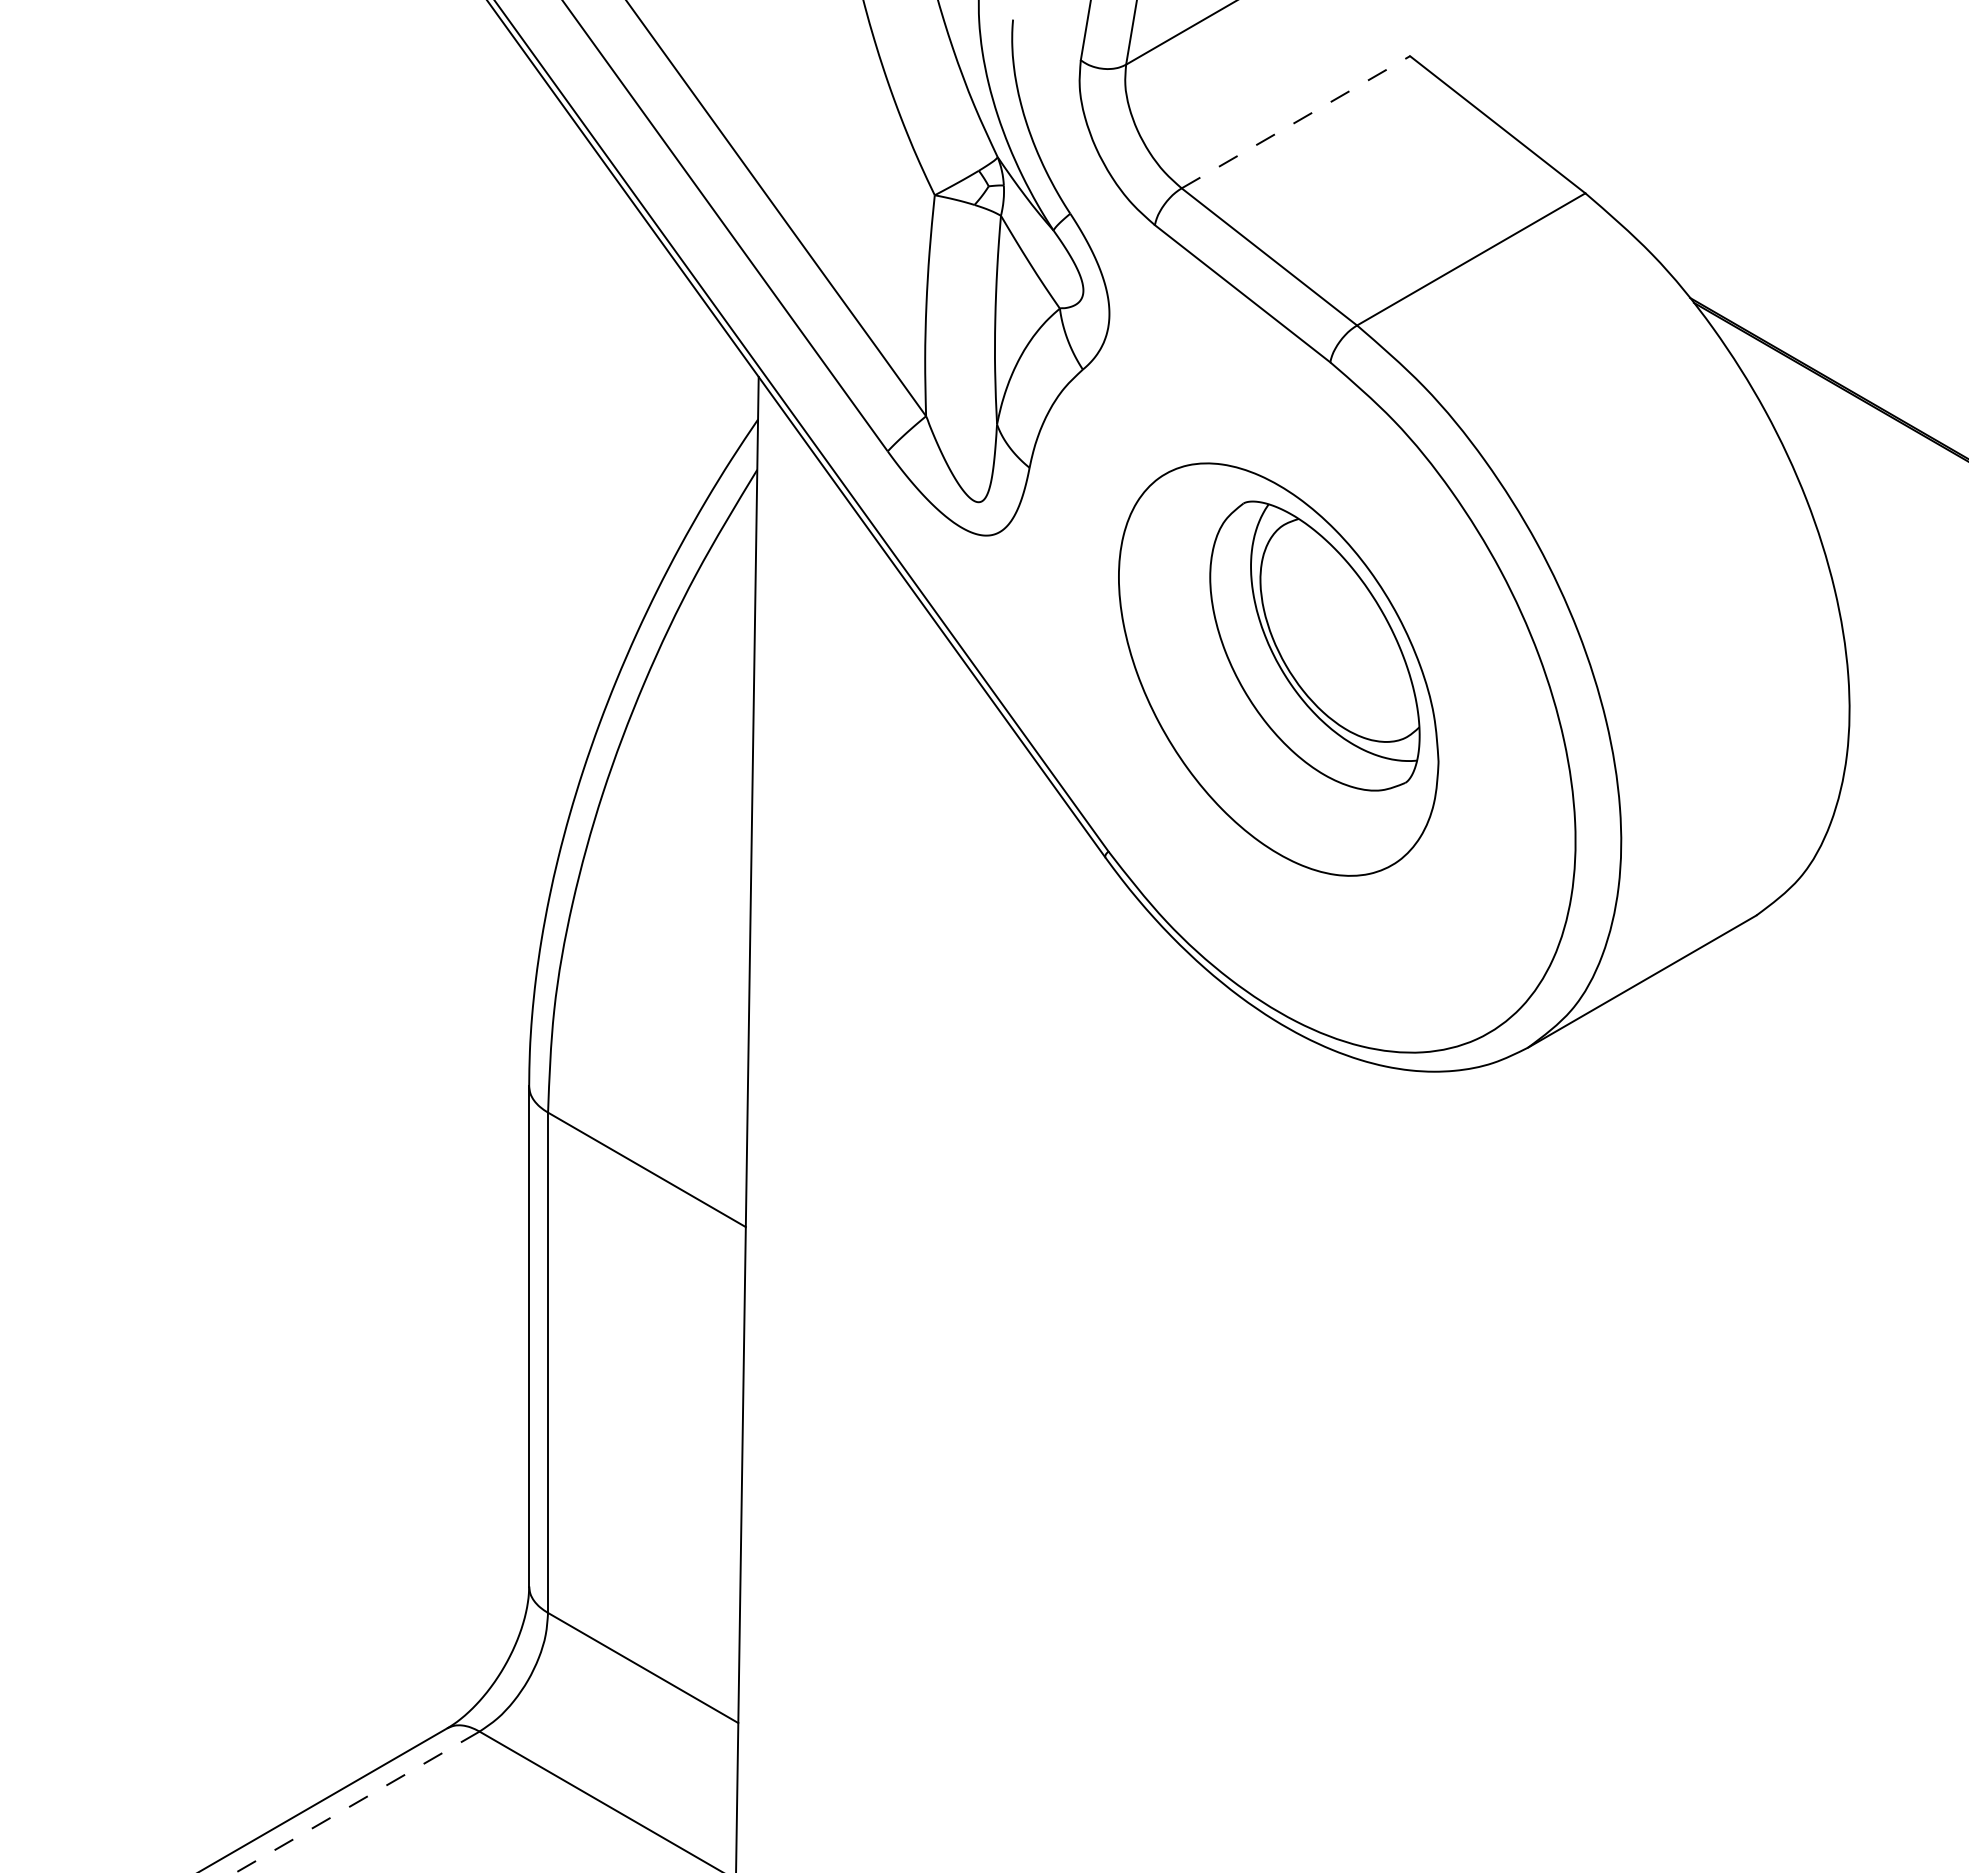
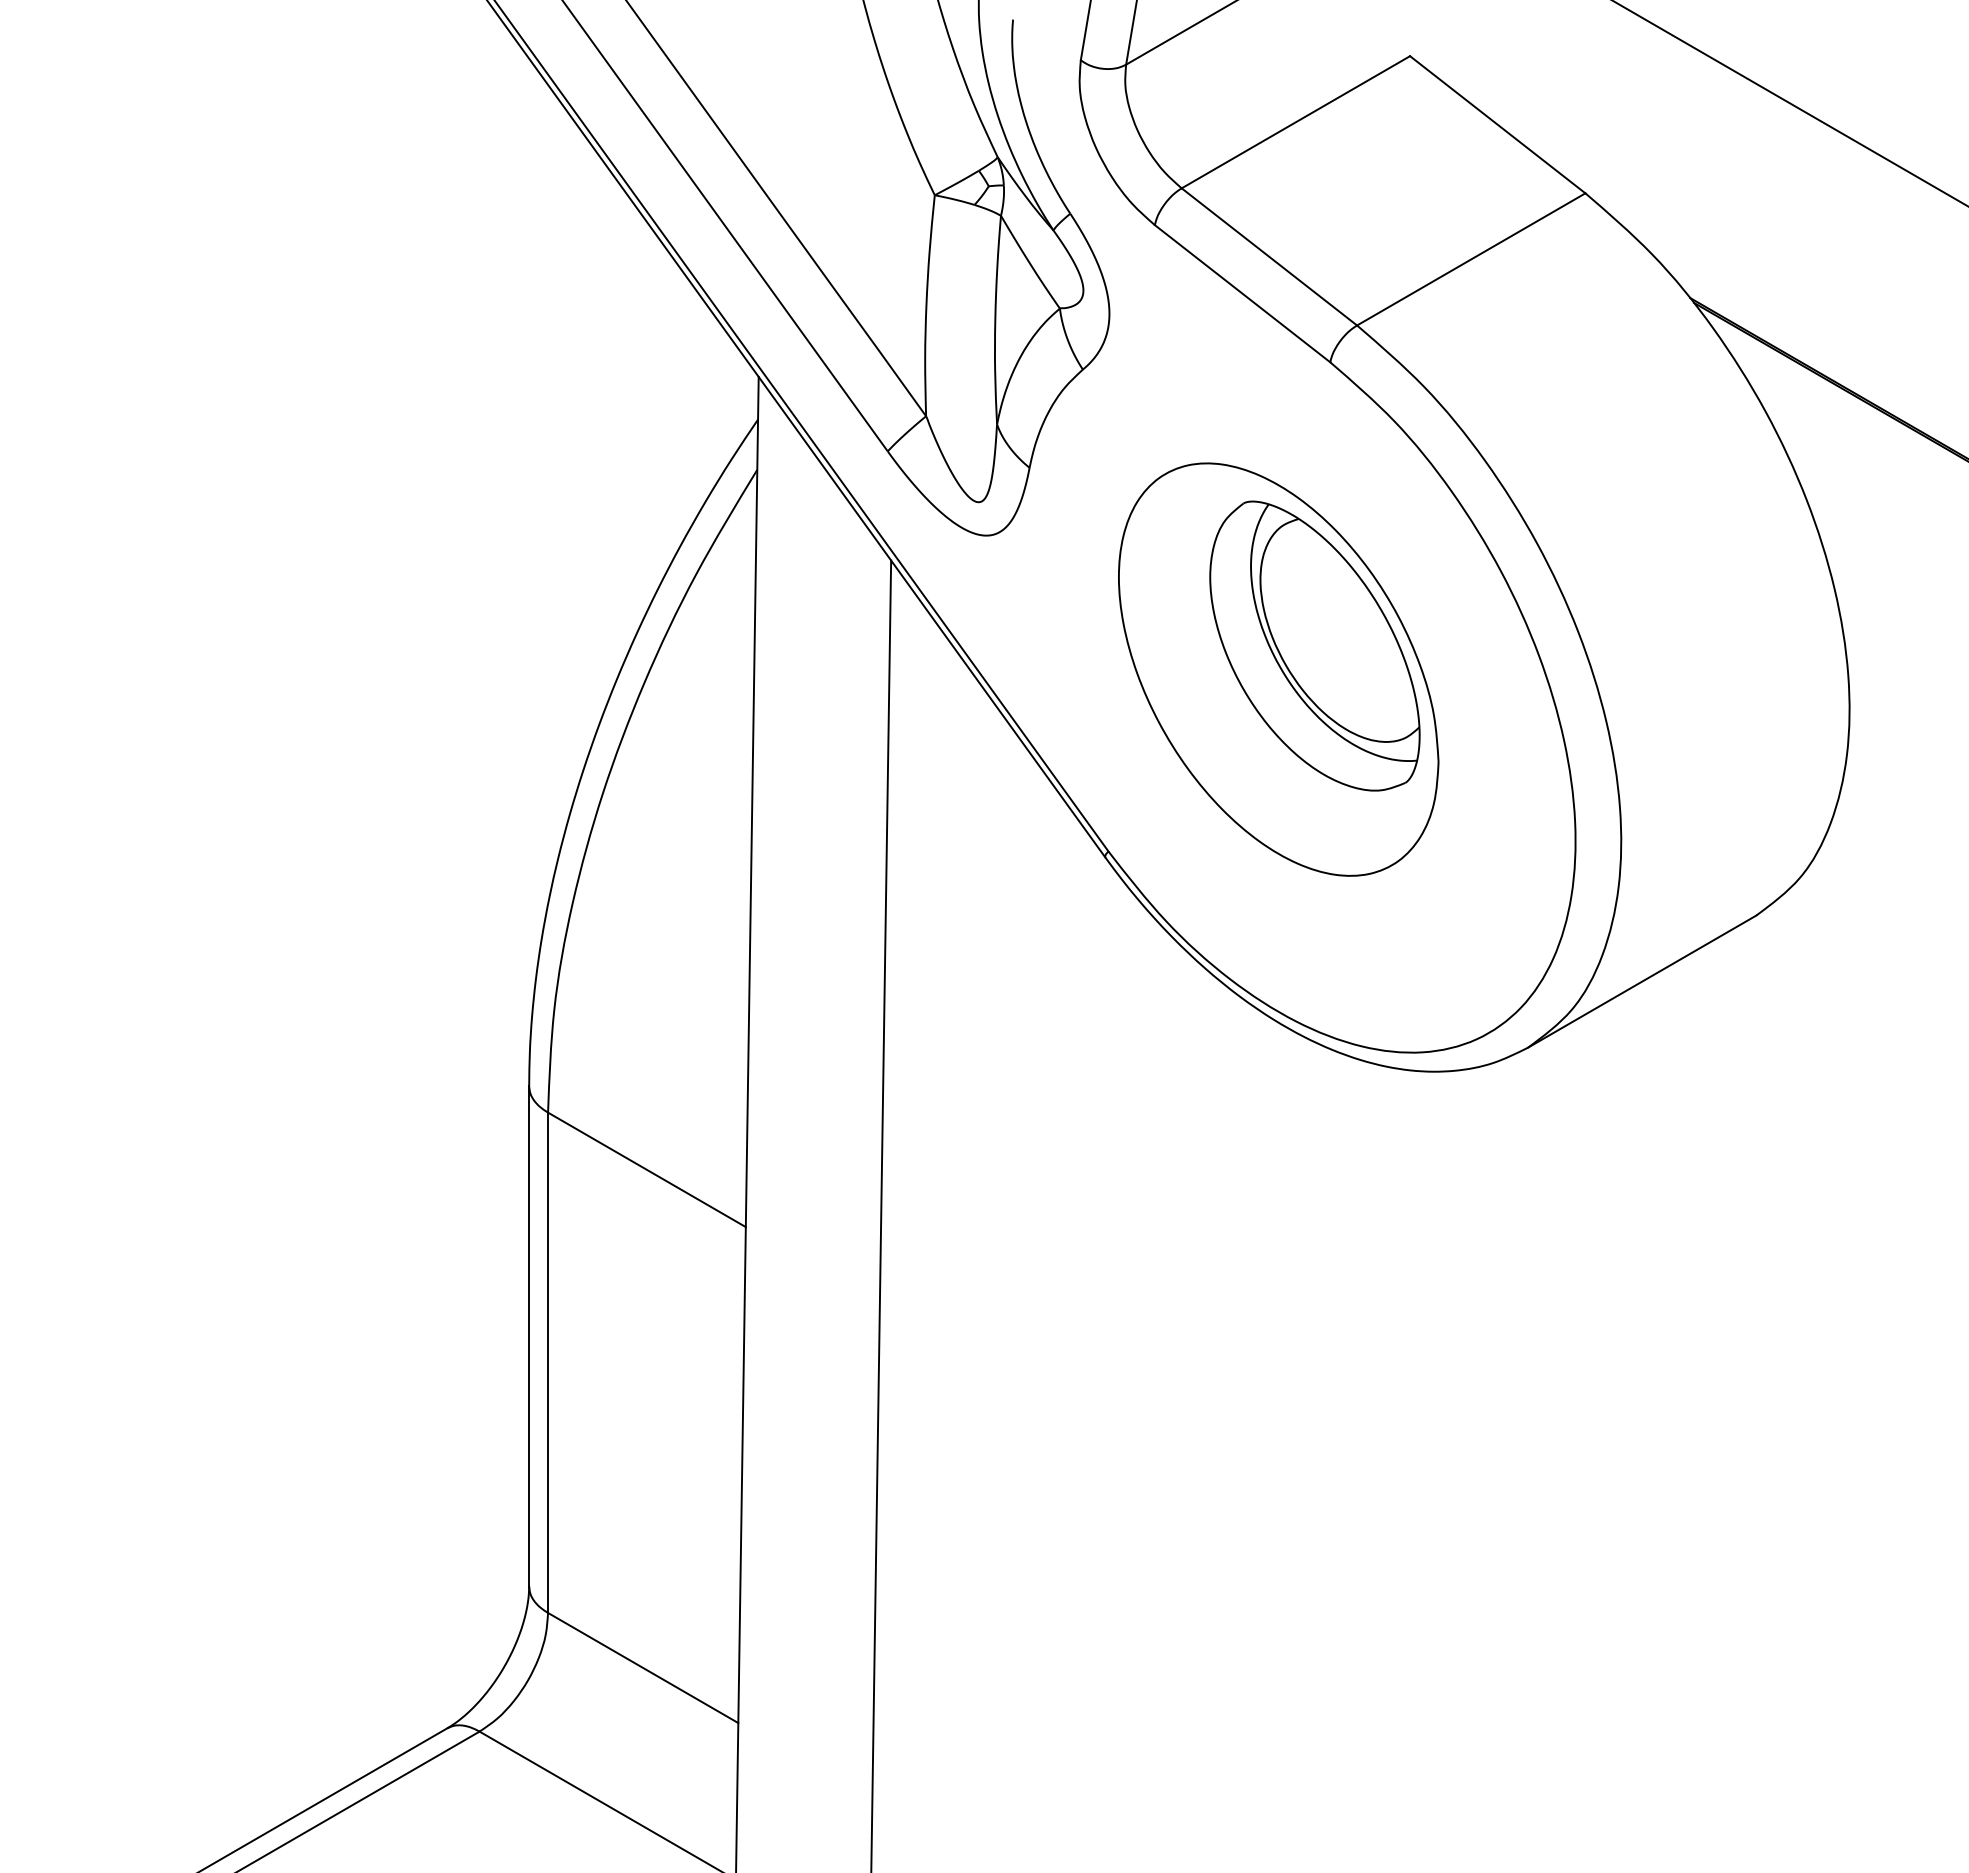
line at (1790, 103): none -> present
line at (1295, 122): dashed -> solid
line at (881, 1214): none -> present
line at (357, 1802): dashed -> solid
